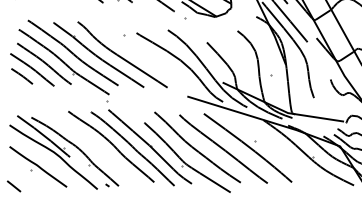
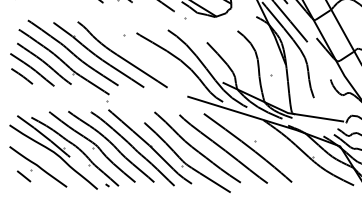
part at (92, 146): none -> present
line at (13, 186) position: (13, 186) -> (23, 176)
